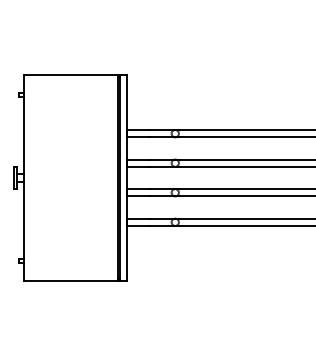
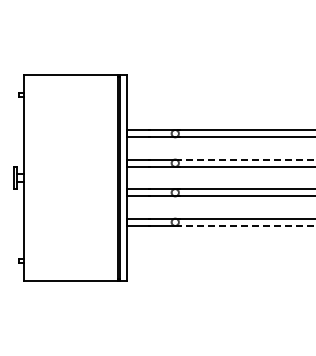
line at (247, 159): solid -> dashed
line at (247, 225): solid -> dashed
